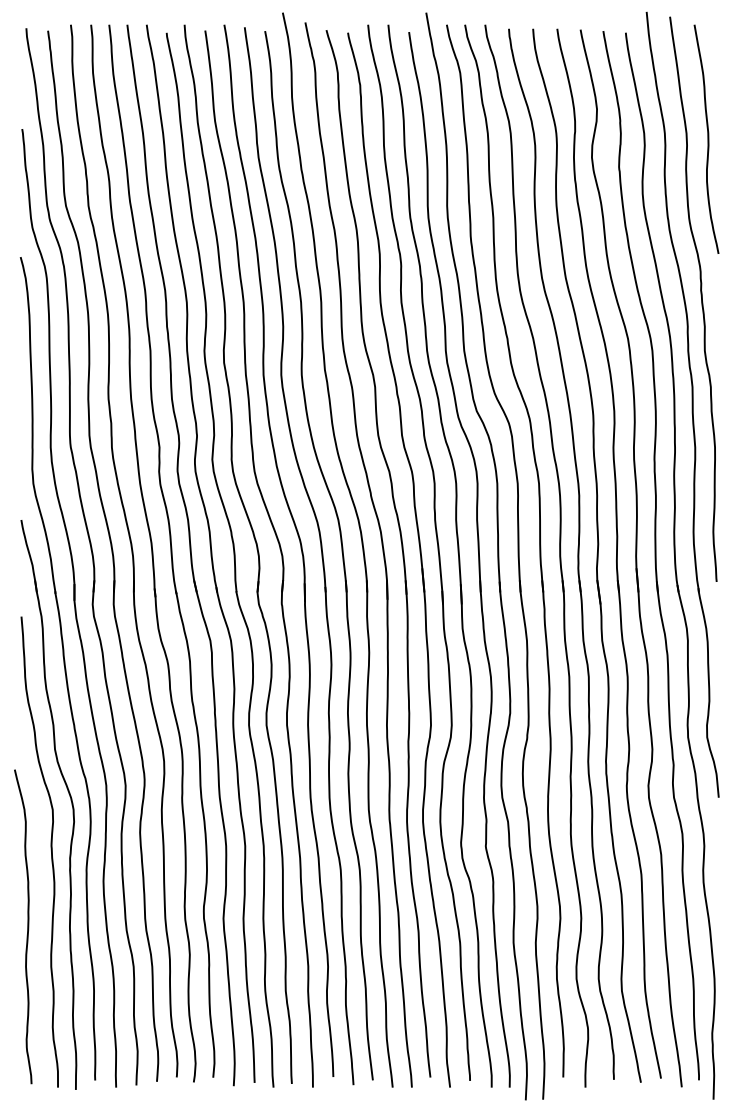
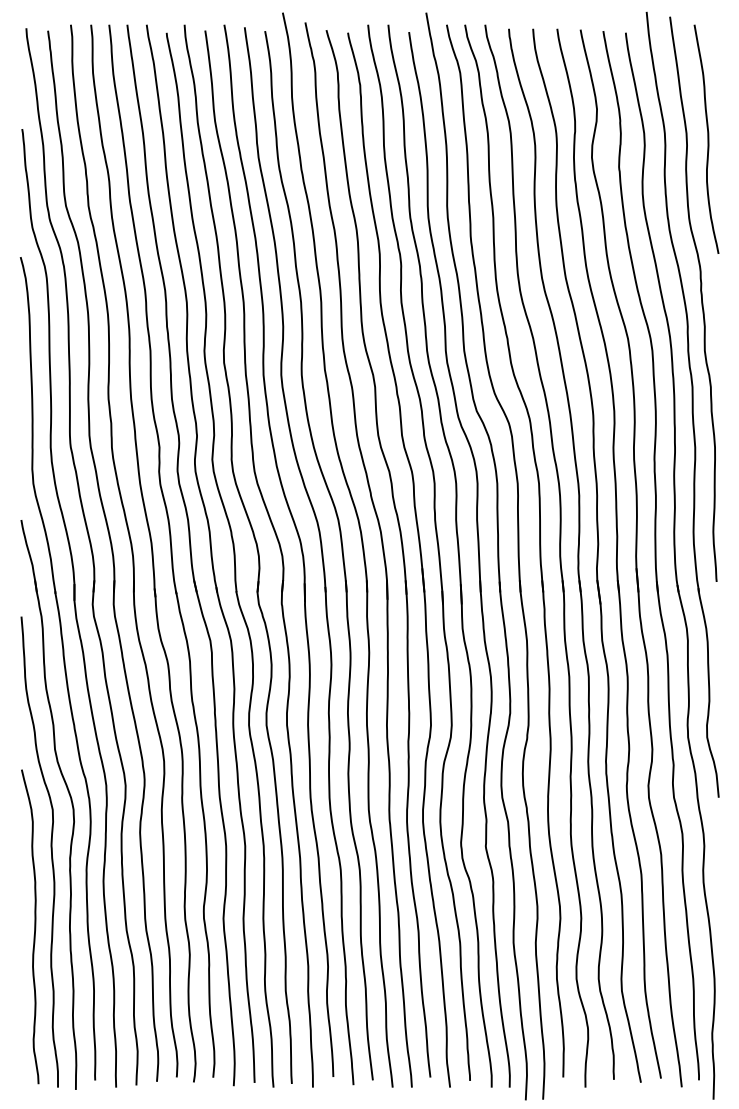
curve at (27, 926) position: (27, 926) -> (34, 926)
